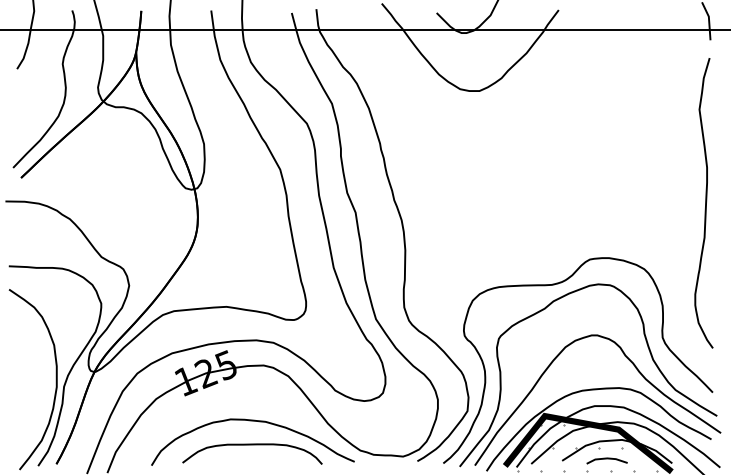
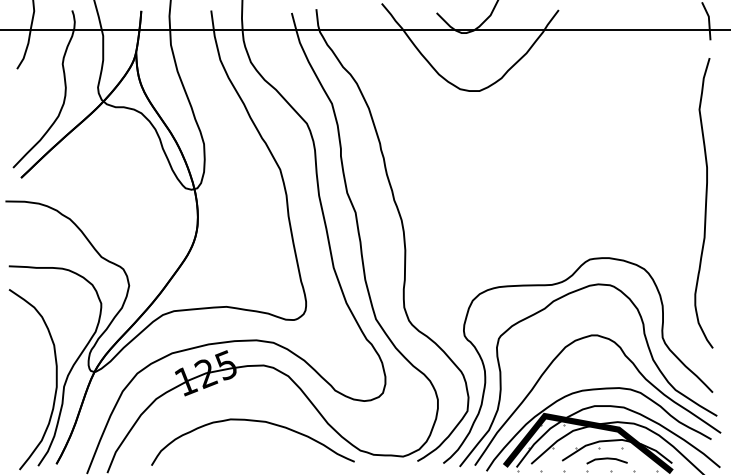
curve at (252, 445): present -> none
